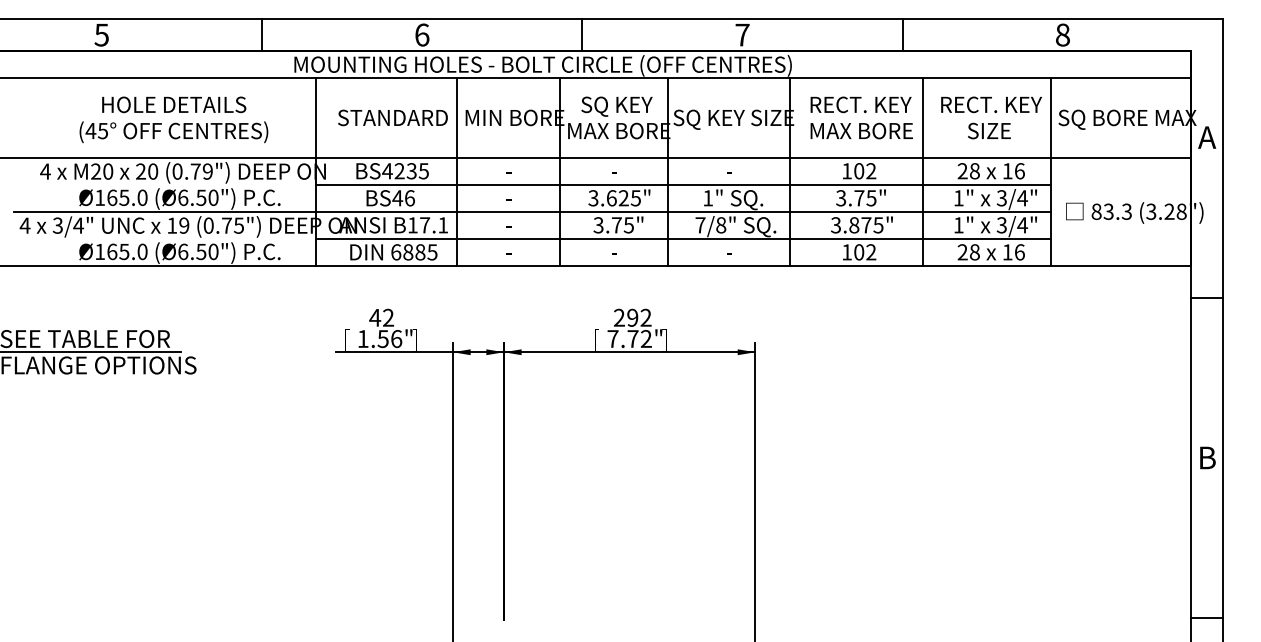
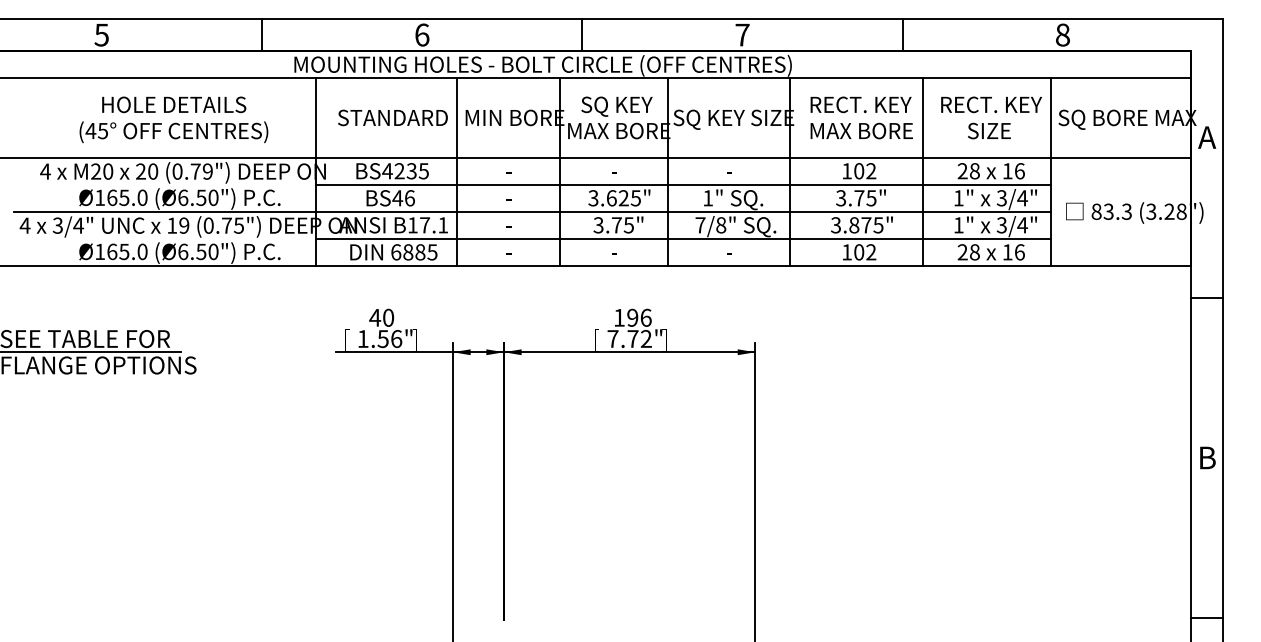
text at (388, 317): 42 -> 40
text at (632, 317): 292 -> 196
